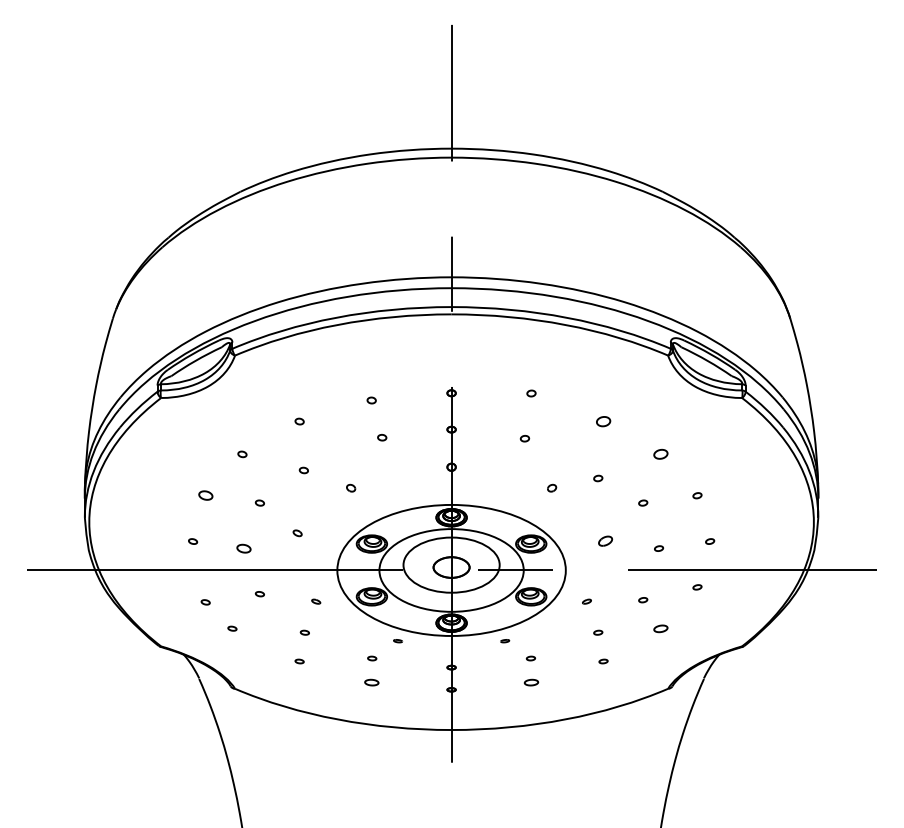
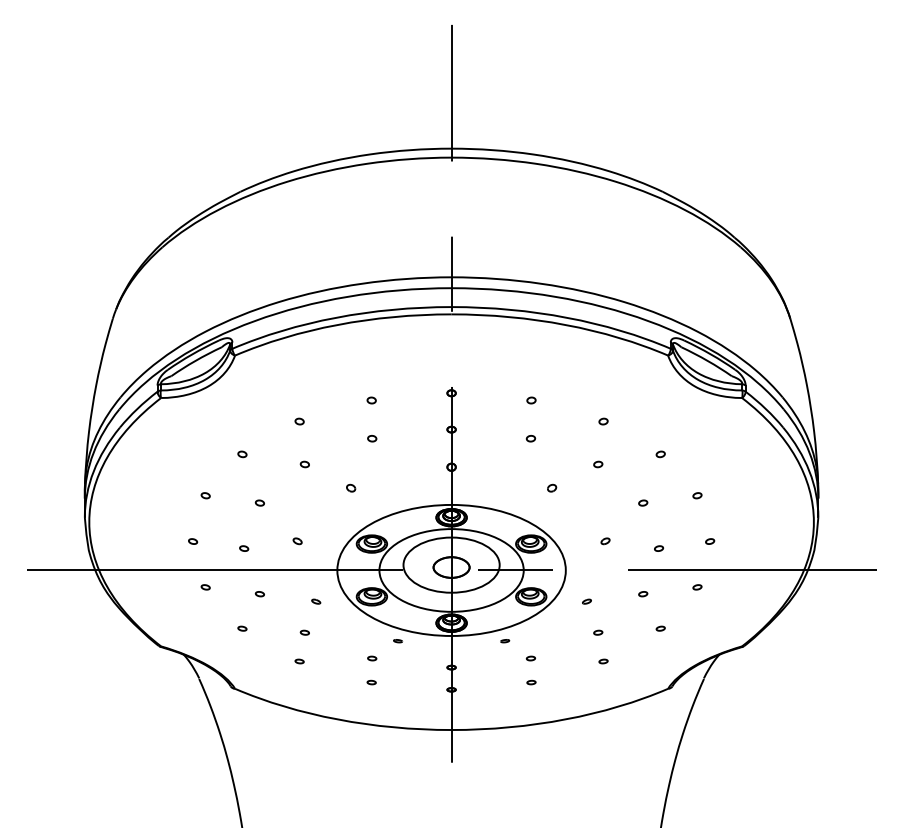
part at (531, 393) position: (531, 393) -> (531, 400)
part at (603, 421) size: 16x12 px -> 11x9 px
part at (382, 437) position: (382, 437) -> (372, 438)
part at (524, 438) position: (524, 438) -> (530, 438)
part at (660, 453) size: 16x12 px -> 11x9 px
part at (303, 470) position: (303, 470) -> (304, 464)
part at (598, 478) position: (598, 478) -> (598, 464)
part at (205, 495) size: 16x11 px -> 11x8 px
part at (297, 533) position: (297, 533) -> (297, 541)
part at (605, 540) size: 16x12 px -> 11x9 px
part at (243, 548) size: 16x11 px -> 11x7 px
part at (643, 600) position: (643, 600) -> (643, 594)
part at (205, 602) position: (205, 602) -> (205, 587)
part at (232, 628) position: (232, 628) -> (242, 628)
part at (660, 628) size: 16x10 px -> 11x7 px
part at (371, 682) size: 16x9 px -> 11x7 px
part at (531, 682) size: 17x9 px -> 11x7 px
